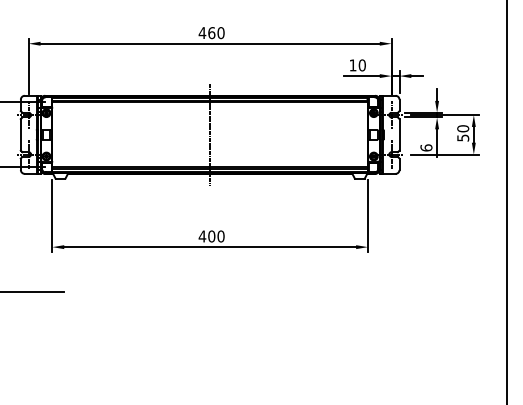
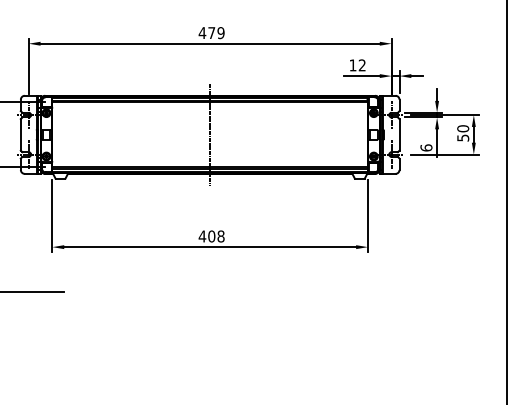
text at (216, 33): 460 -> 479
text at (361, 65): 10 -> 12
text at (220, 236): 400 -> 408
